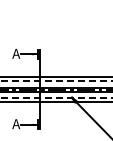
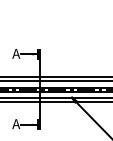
line at (56, 81): dashed -> solid
line at (56, 97): dashed -> solid
